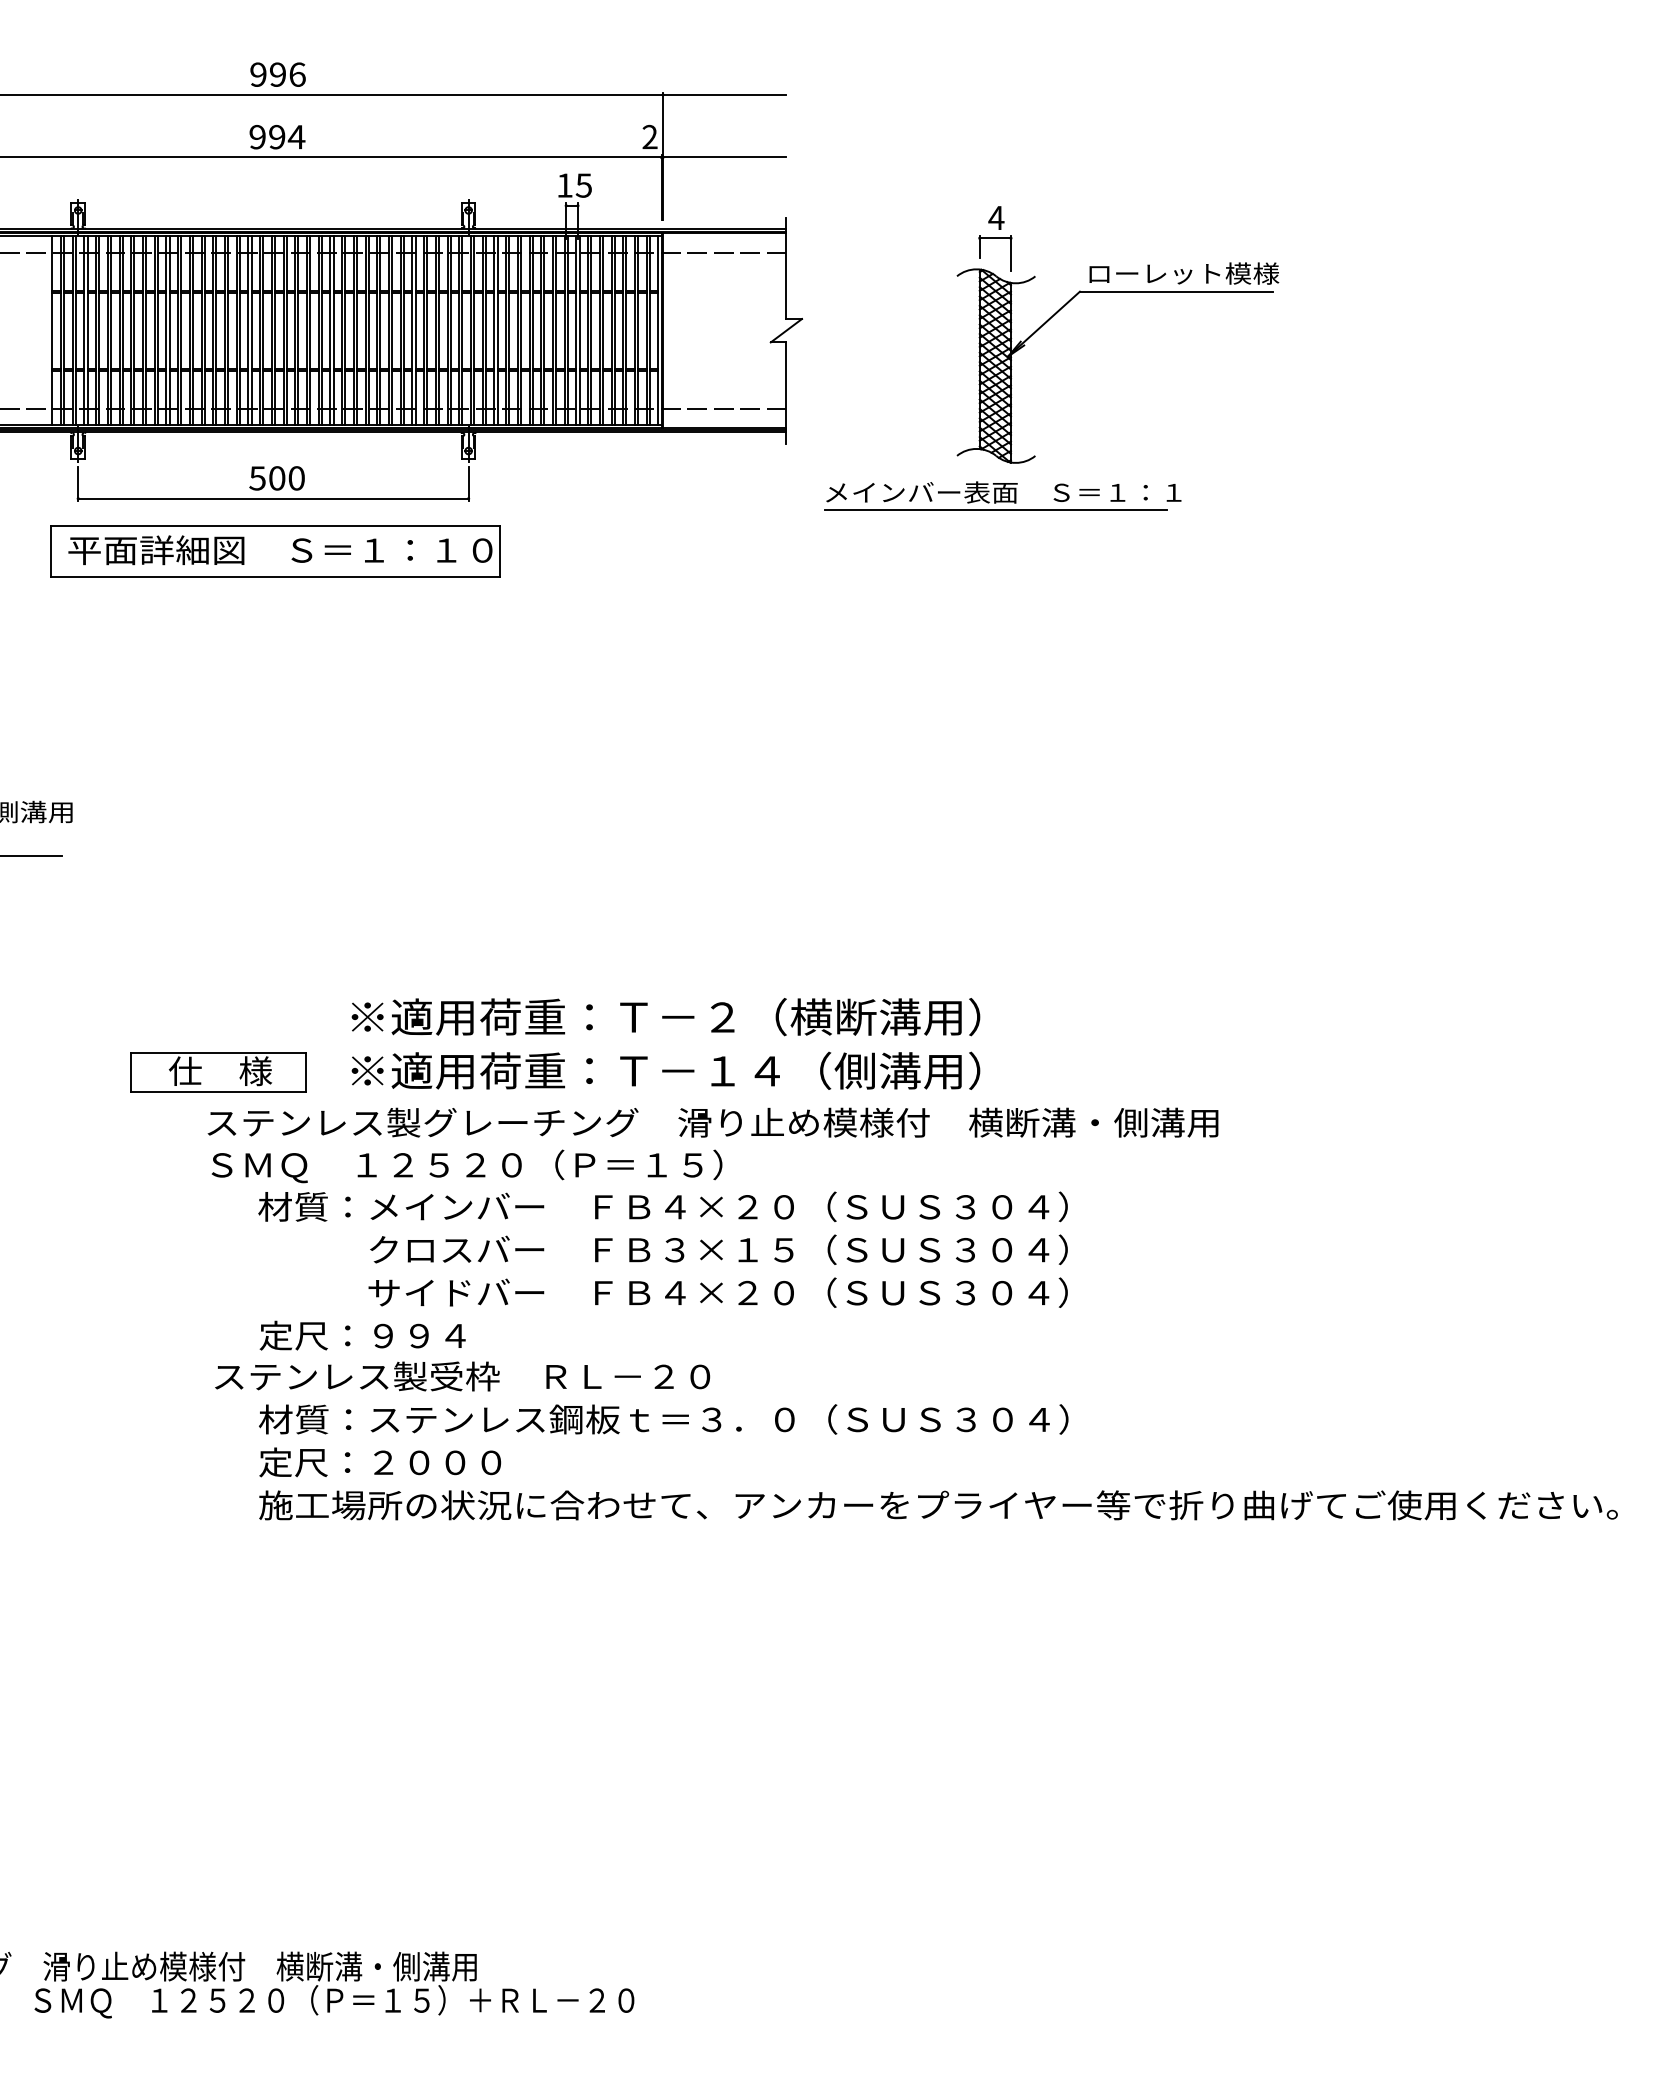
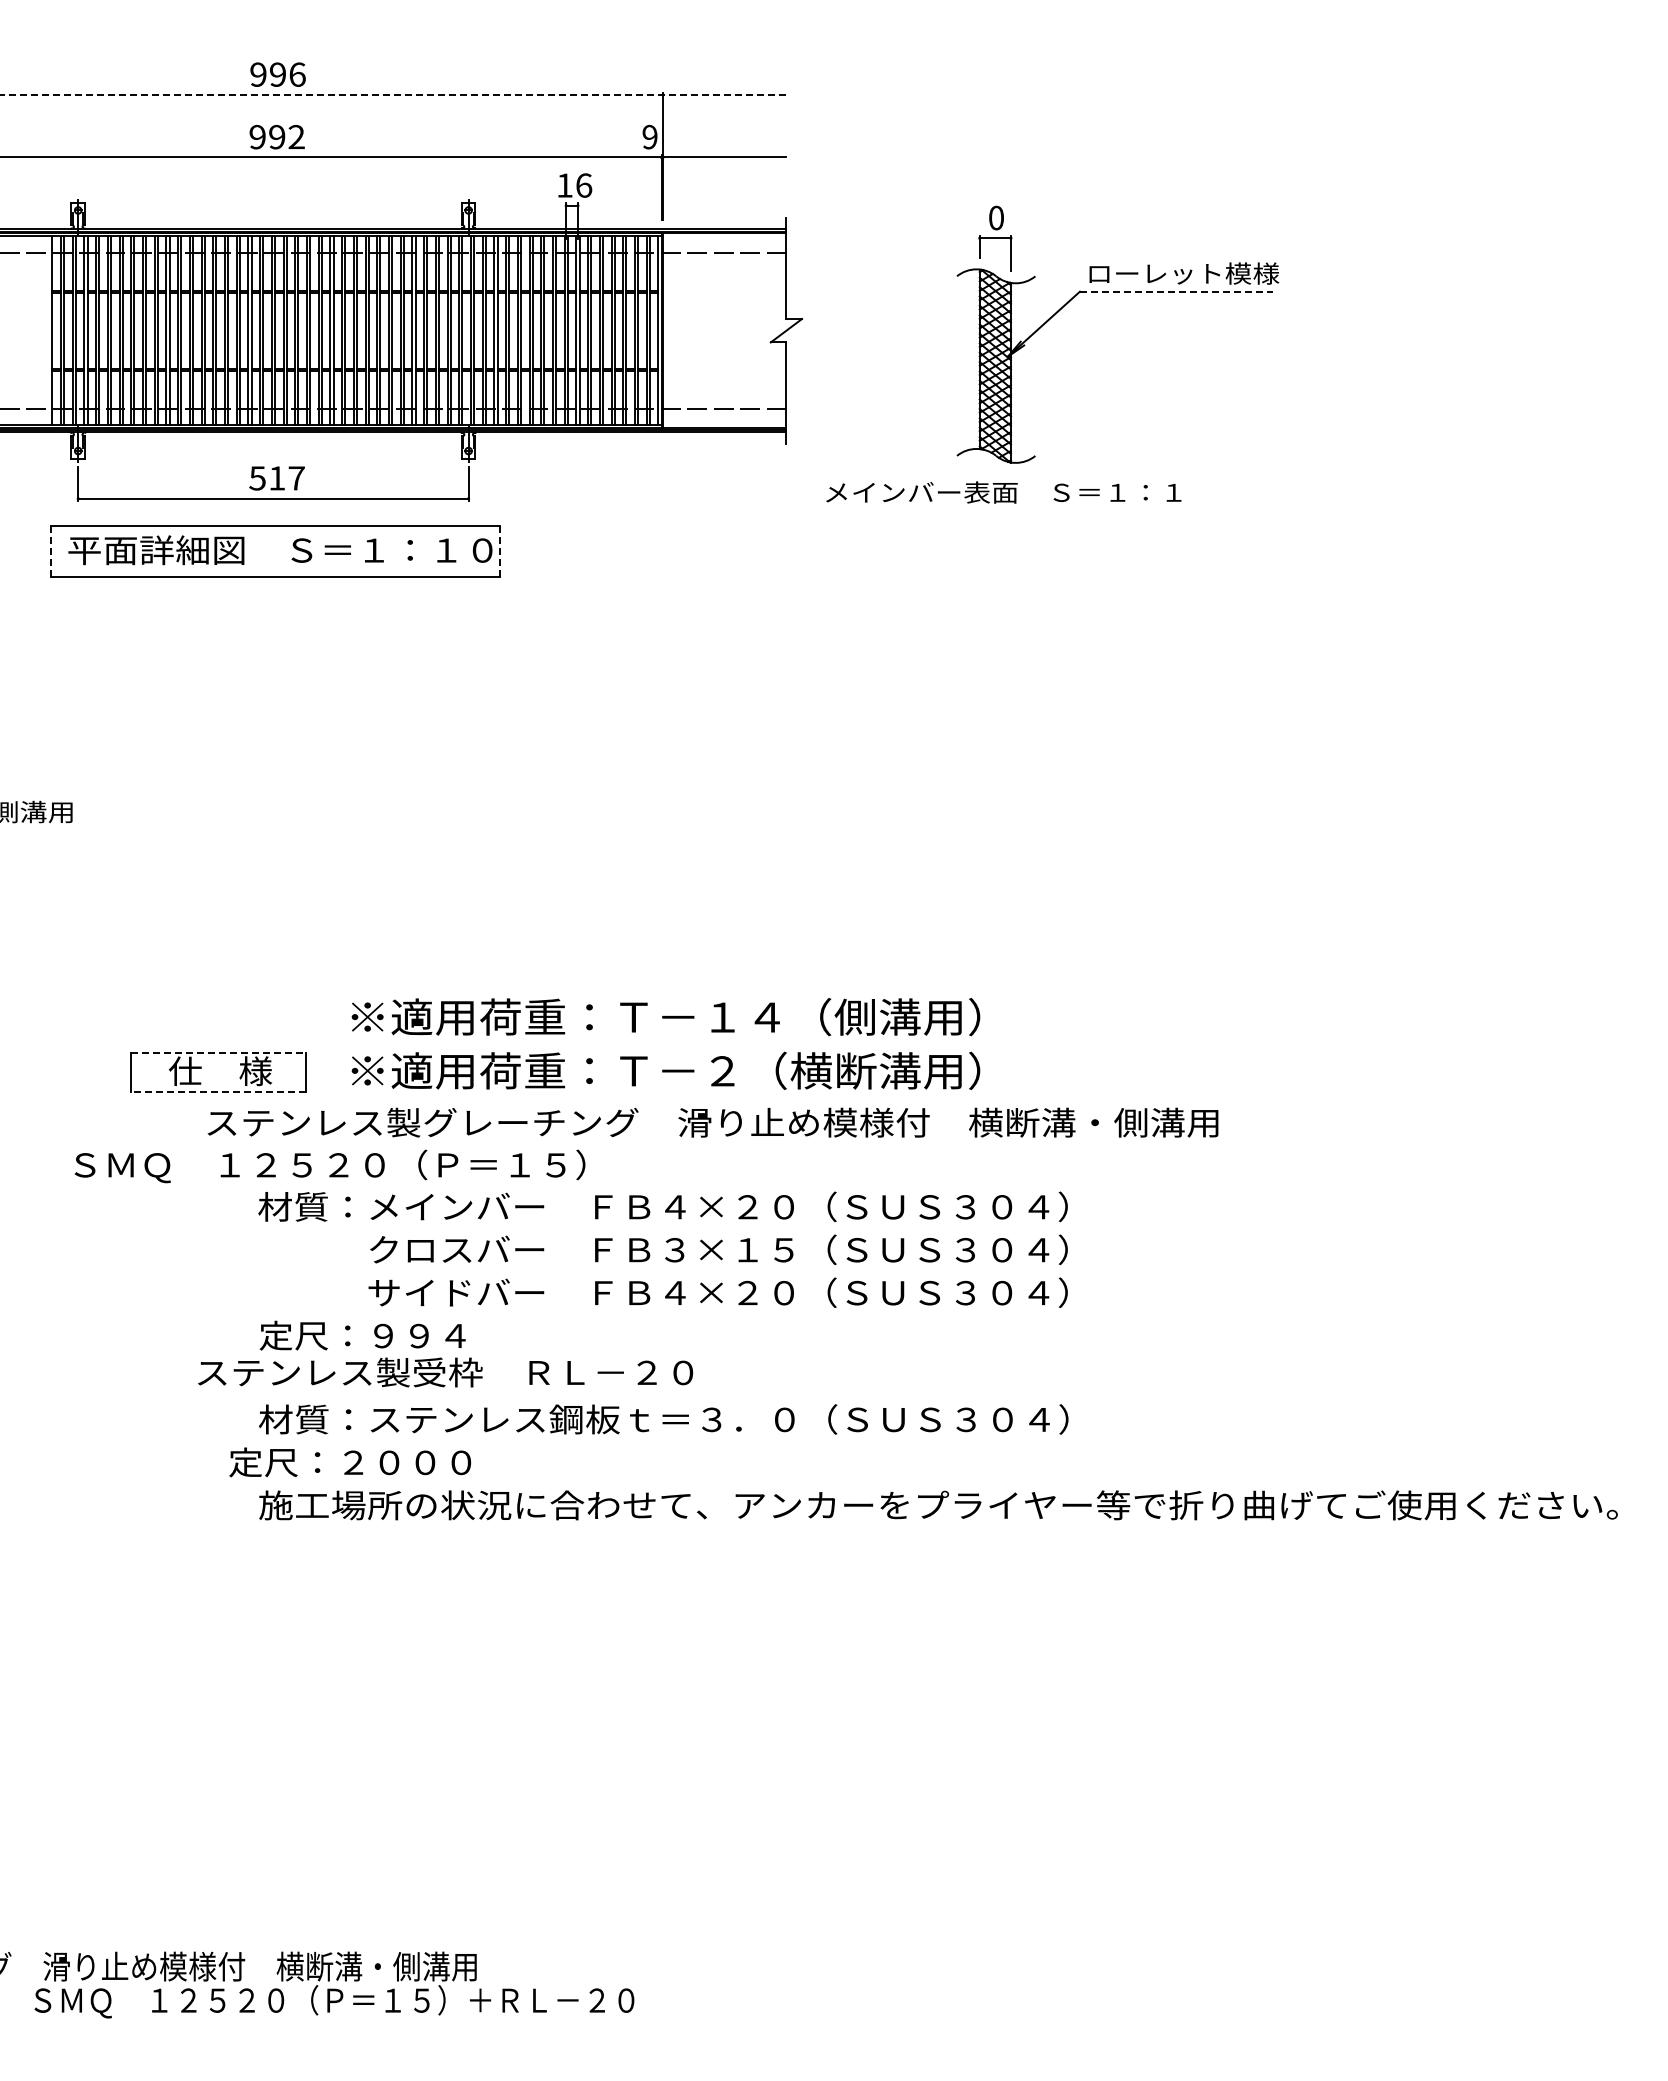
line at (393, 94): solid -> dashed
text at (296, 136): 994 -> 992
text at (649, 137): 2 -> 9
text at (583, 185): 15 -> 16
text at (996, 217): 4 -> 0
line at (1176, 291): solid -> dashed
text at (286, 478): 500 -> 517
line at (996, 510): present -> none
line at (50, 550): solid -> dashed
line at (499, 551): solid -> dashed
line at (32, 855): present -> none
text at (793, 1017): ※適用荷重：Ｔ－２（横断溝用） -> ※適用荷重：Ｔ－１４（側溝用）
line at (218, 1052): solid -> dashed
text at (793, 1070): ※適用荷重：Ｔ－１４（側溝用） -> ※適用荷重：Ｔ－２（横断溝用）
line at (218, 1091): solid -> dashed
text at (466, 1166) position: (466, 1166) -> (329, 1166)
text at (462, 1376) position: (462, 1376) -> (445, 1372)
text at (380, 1462) position: (380, 1462) -> (350, 1462)
